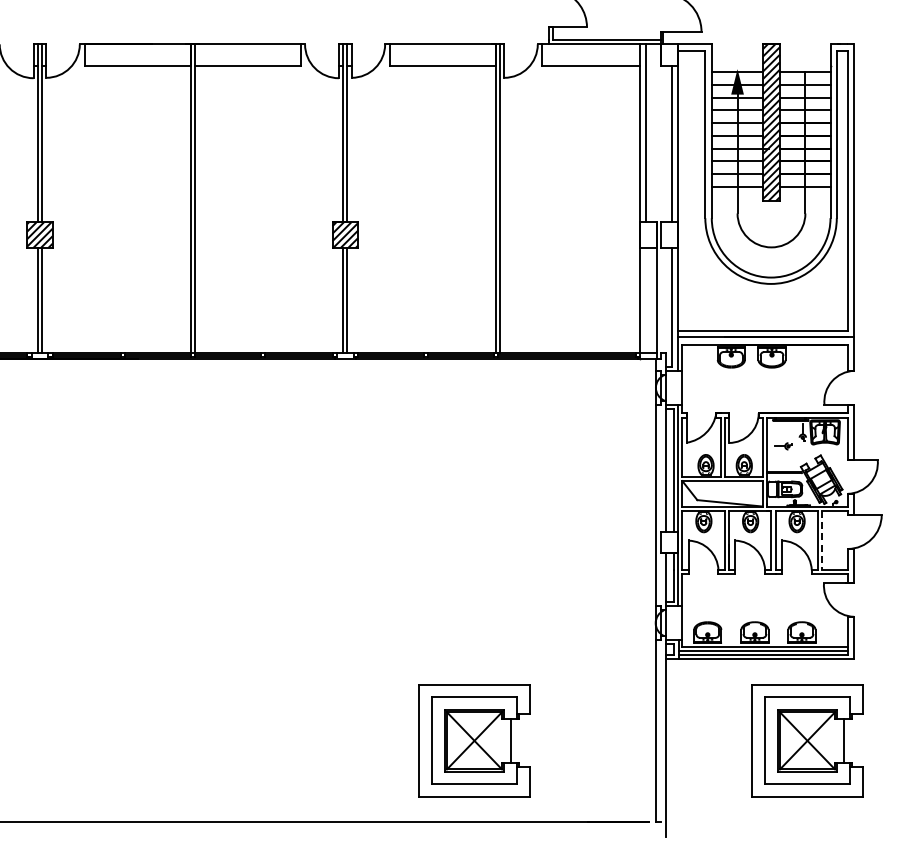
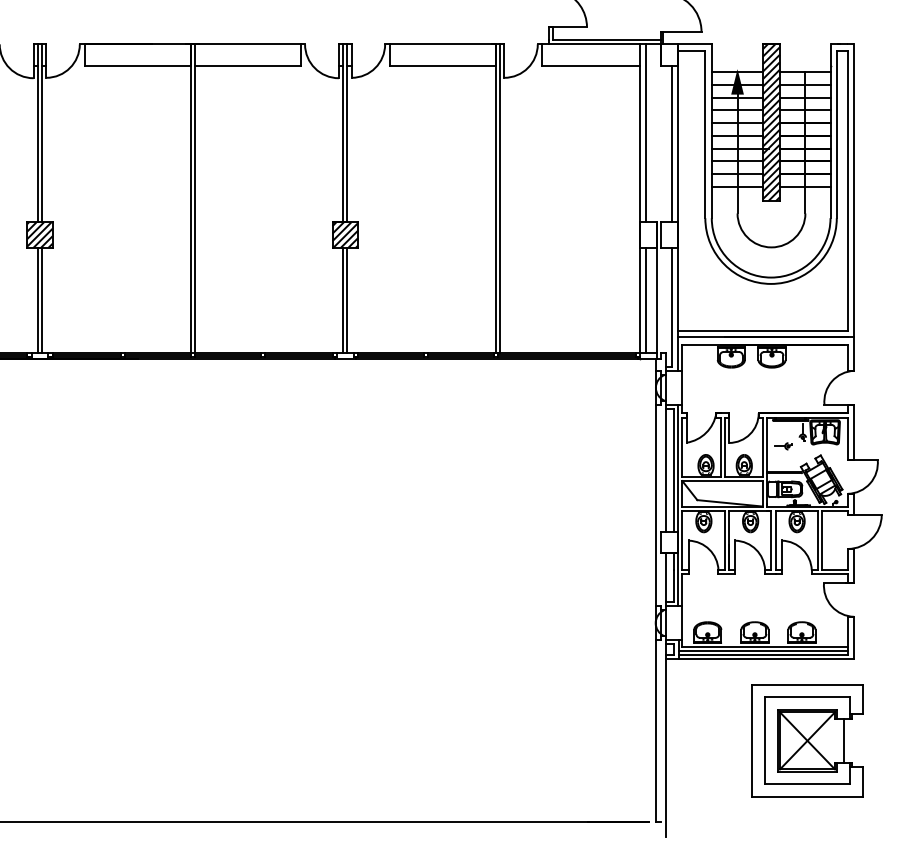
line at (646, 299): none -> present
line at (822, 540): dashed -> solid
part at (474, 740): present -> none
